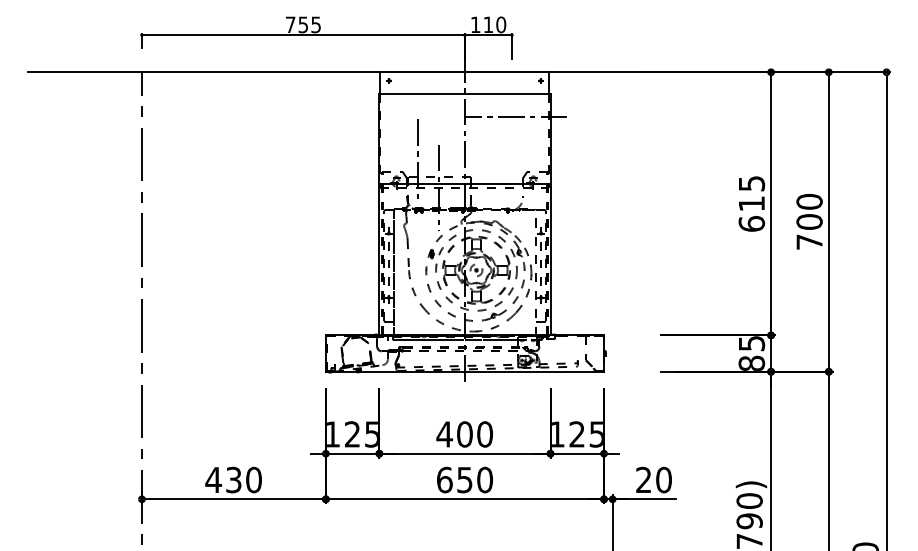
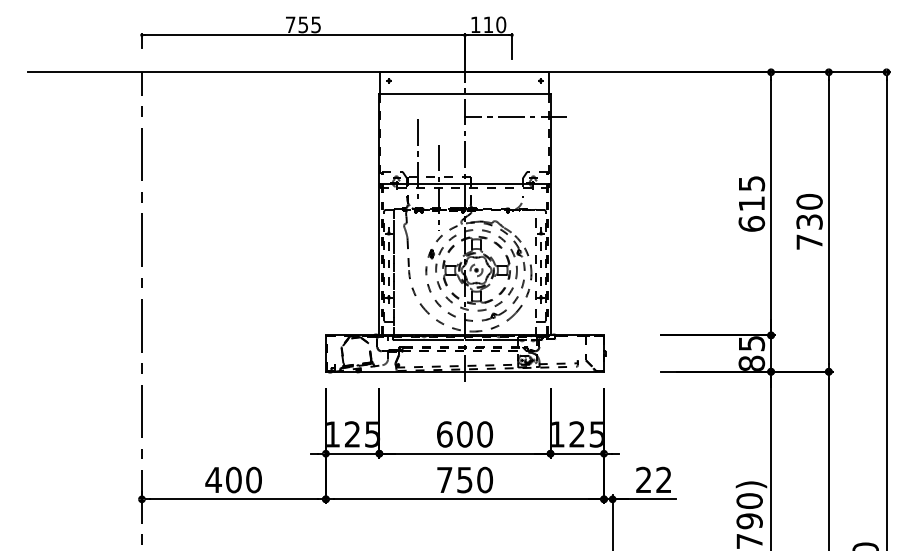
text at (809, 221): 700 -> 730
text at (444, 434): 400 -> 600
text at (233, 479): 430 -> 400
text at (444, 479): 650 -> 750
text at (663, 479): 20 -> 22
